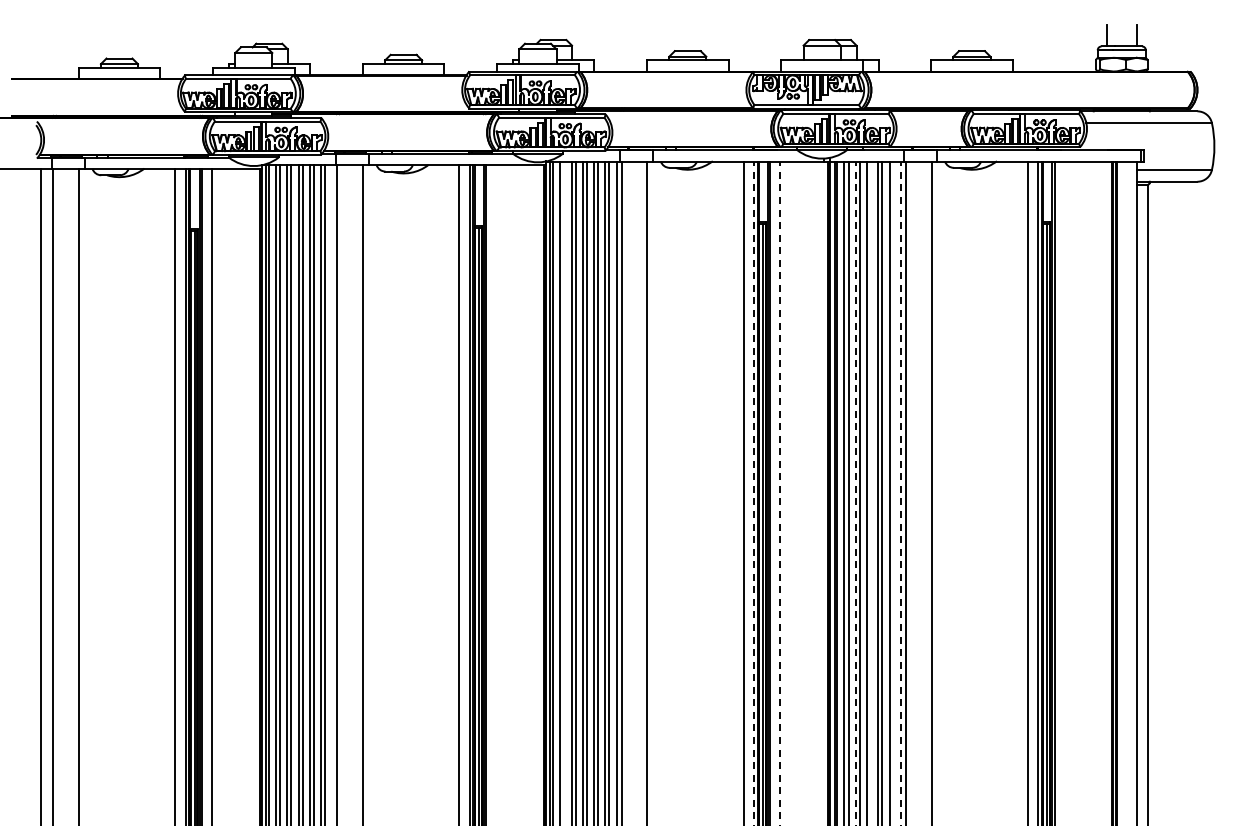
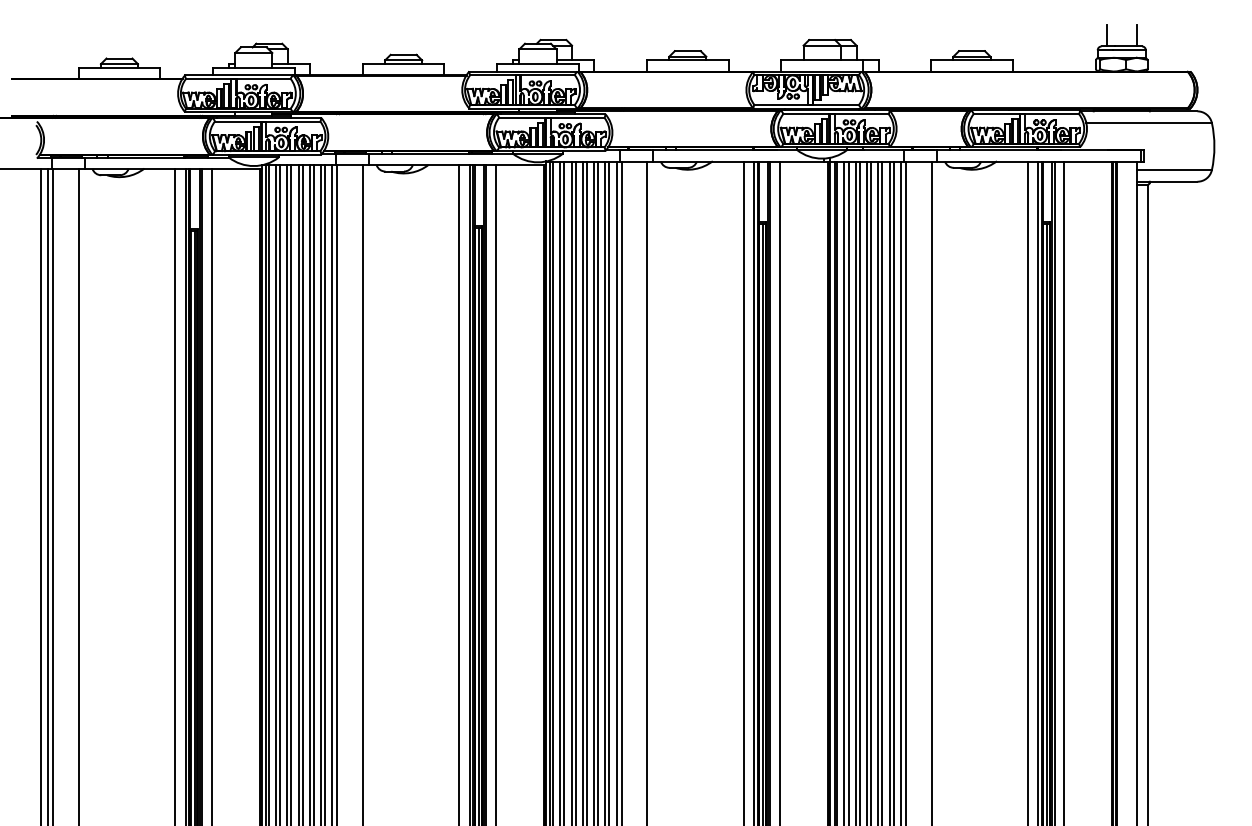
line at (564, 491): none -> present
line at (871, 491): none -> present
line at (893, 491): none -> present
line at (1064, 491): none -> present
line at (332, 493): none -> present
line at (495, 493): none -> present
line at (753, 493): dashed -> solid
line at (779, 493): dashed -> solid
line at (855, 493): dashed -> solid
line at (900, 493): dashed -> solid
line at (48, 495): none -> present
